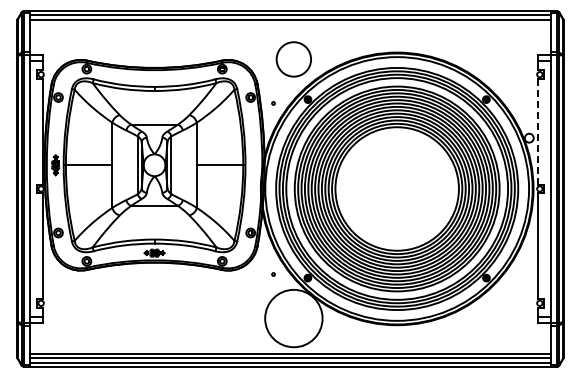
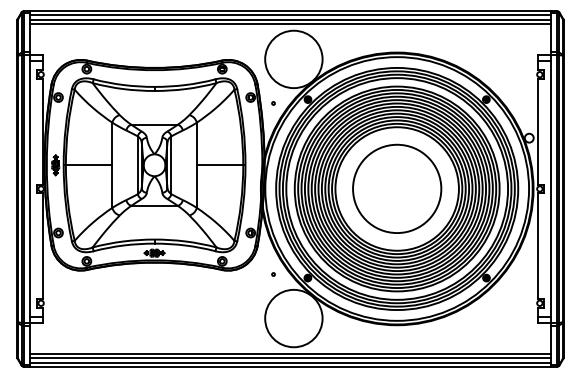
line at (290, 23): none -> present
circle at (293, 59) diameter: 34 px -> 57 px
line at (538, 131): dashed -> solid
circle at (397, 188): none -> present
